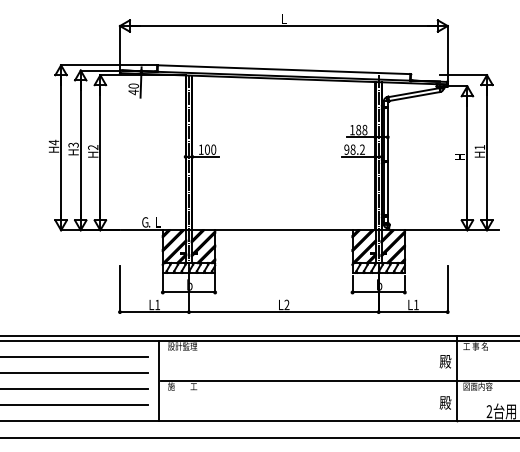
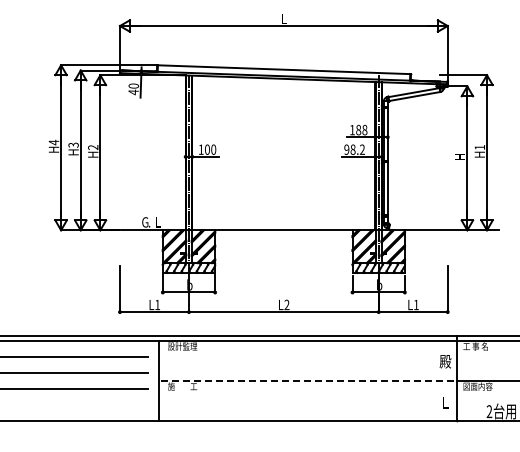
line at (308, 380): solid -> dashed
text at (445, 402): 殿 -> L
line at (74, 405): present -> none
line at (259, 438): present -> none
